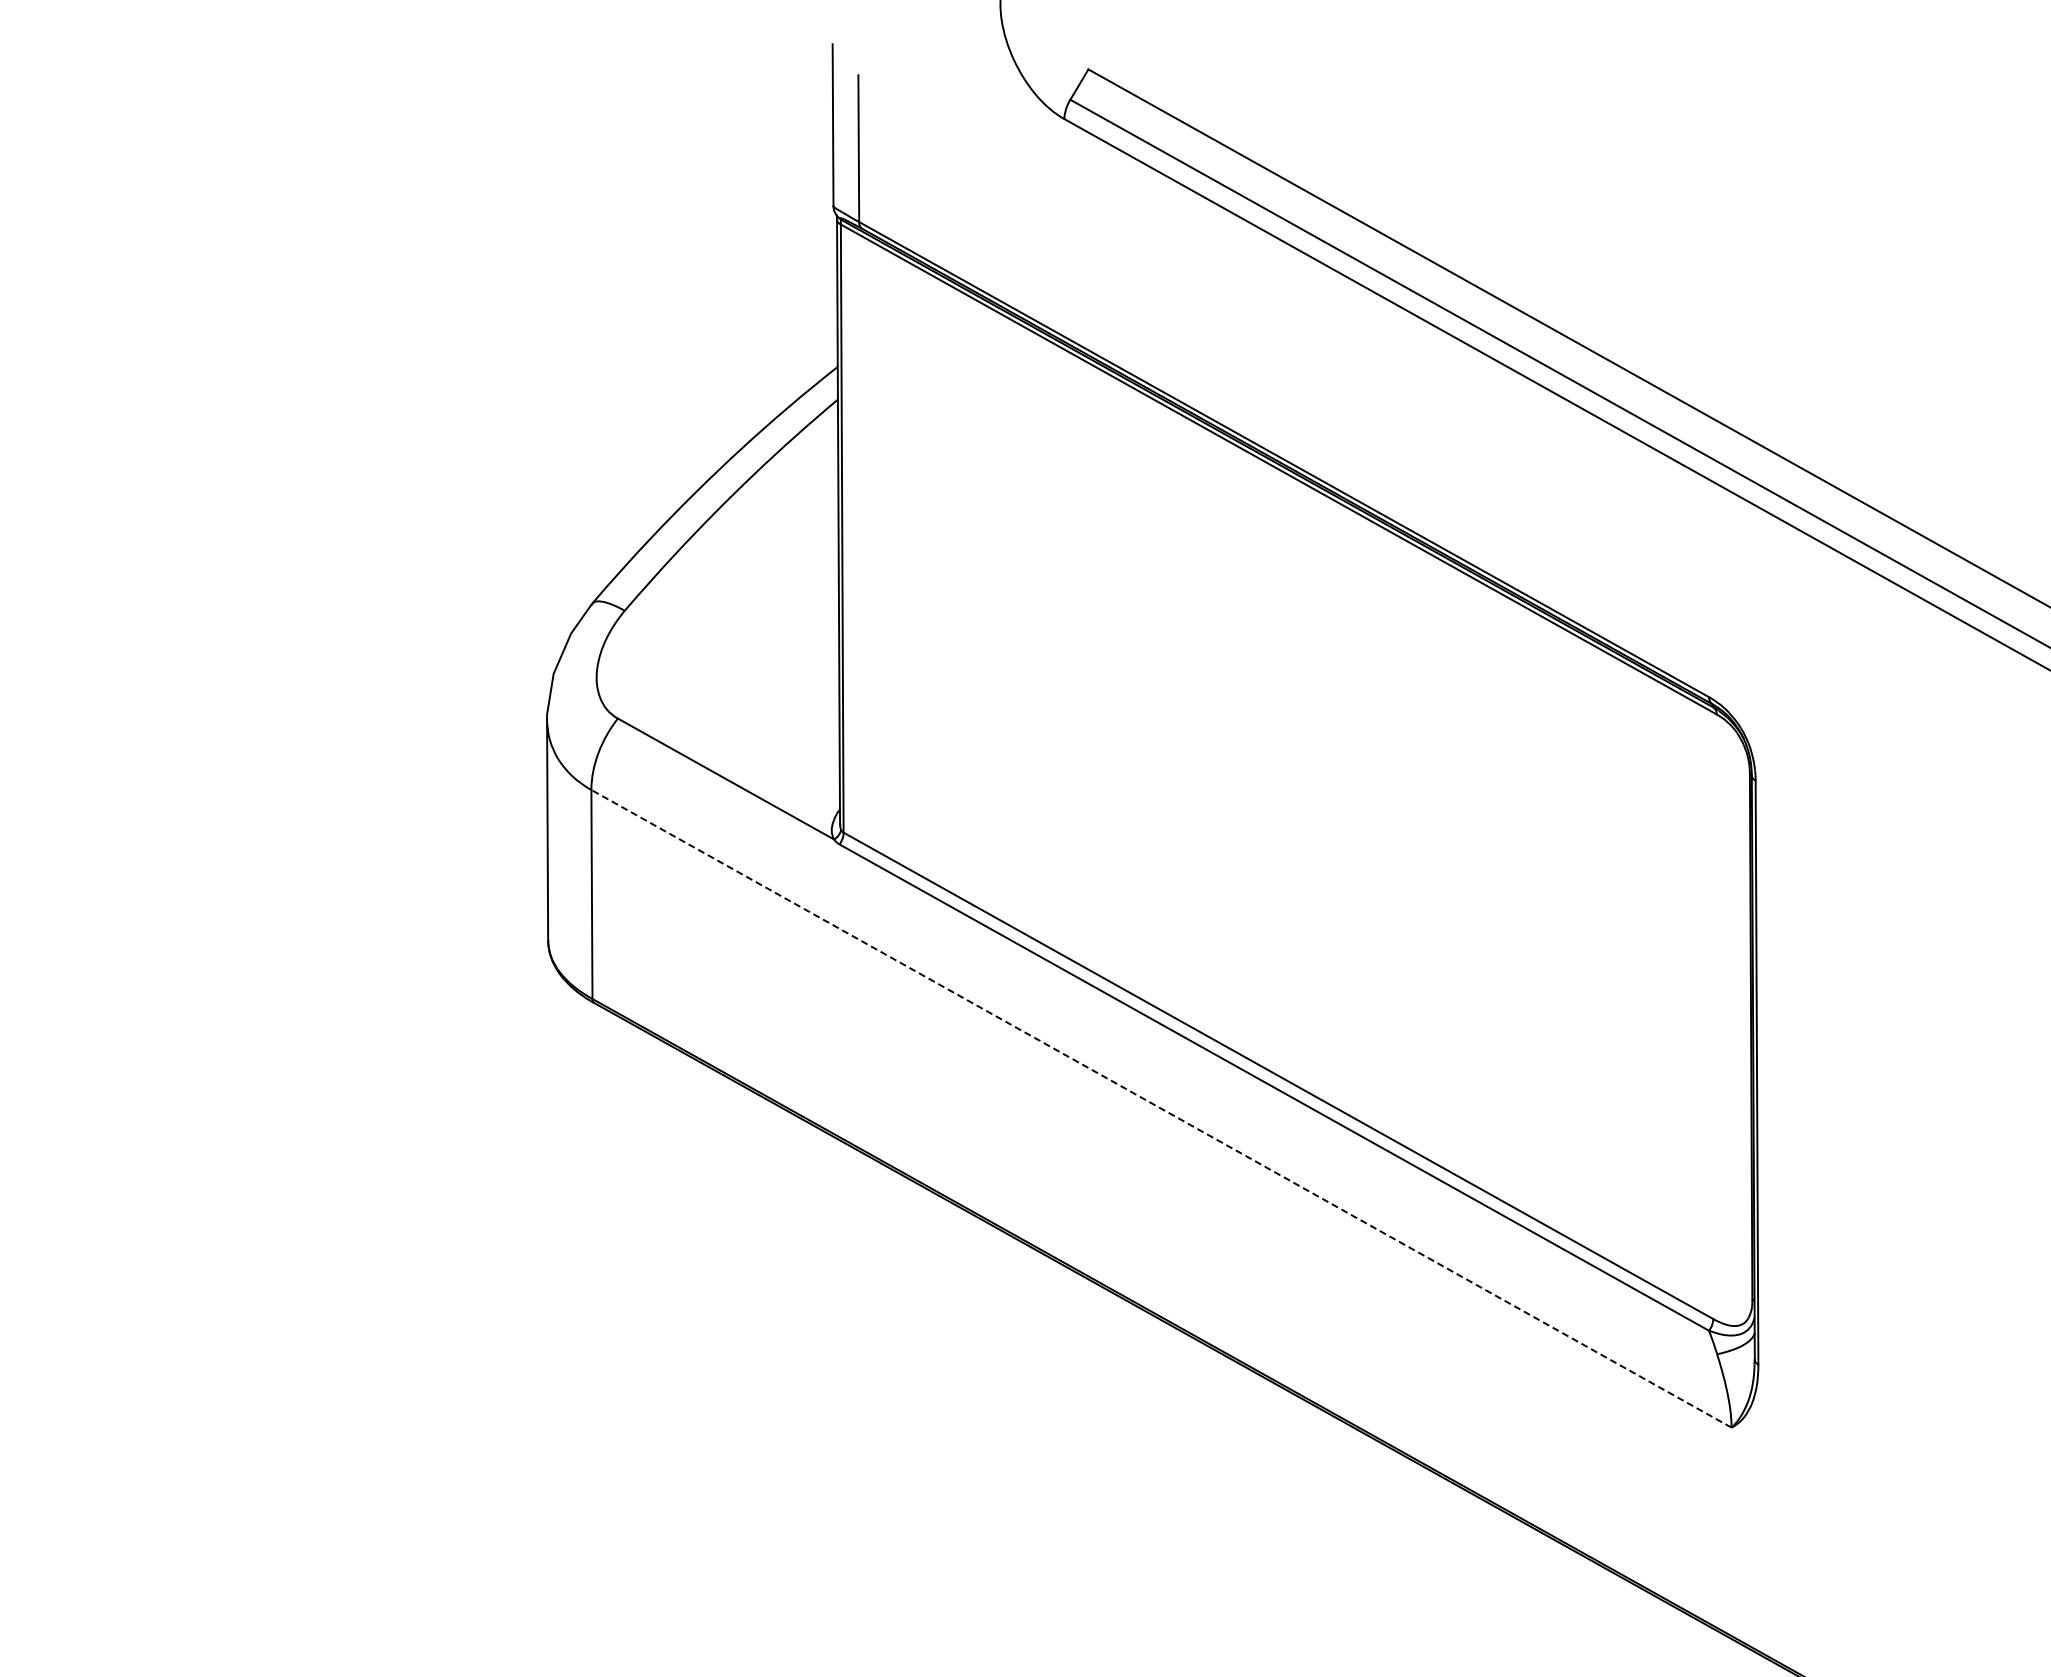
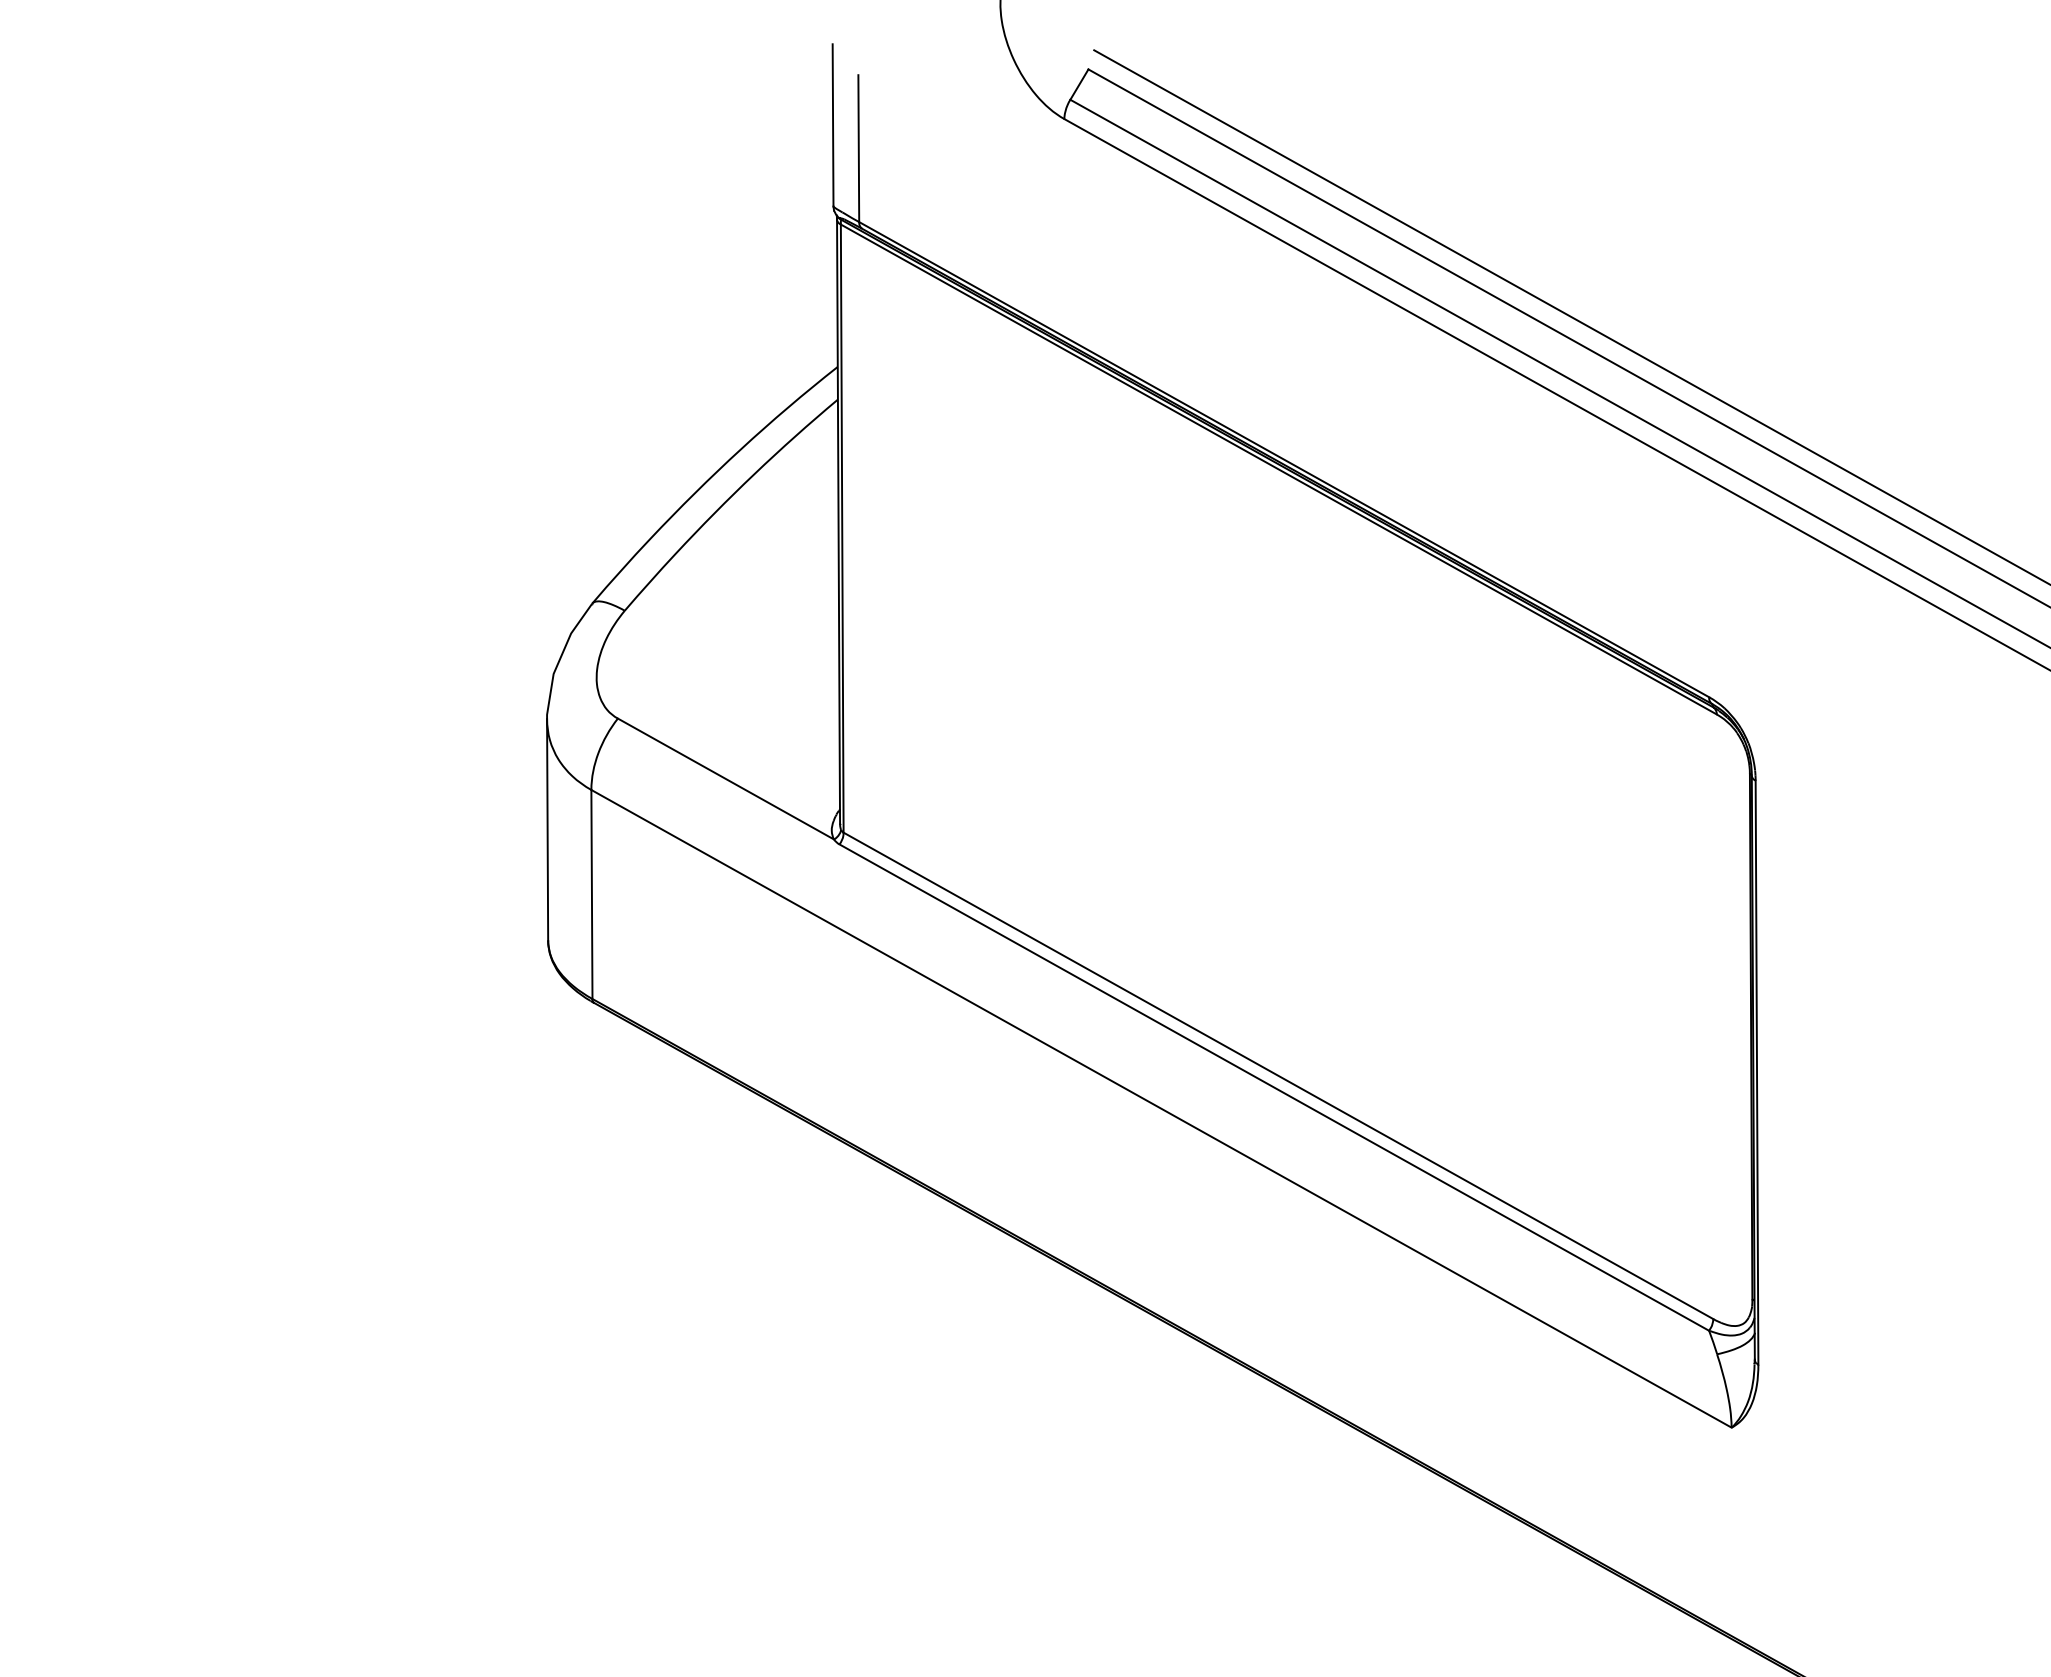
line at (1570, 316): none -> present
line at (1161, 1108): dashed -> solid
